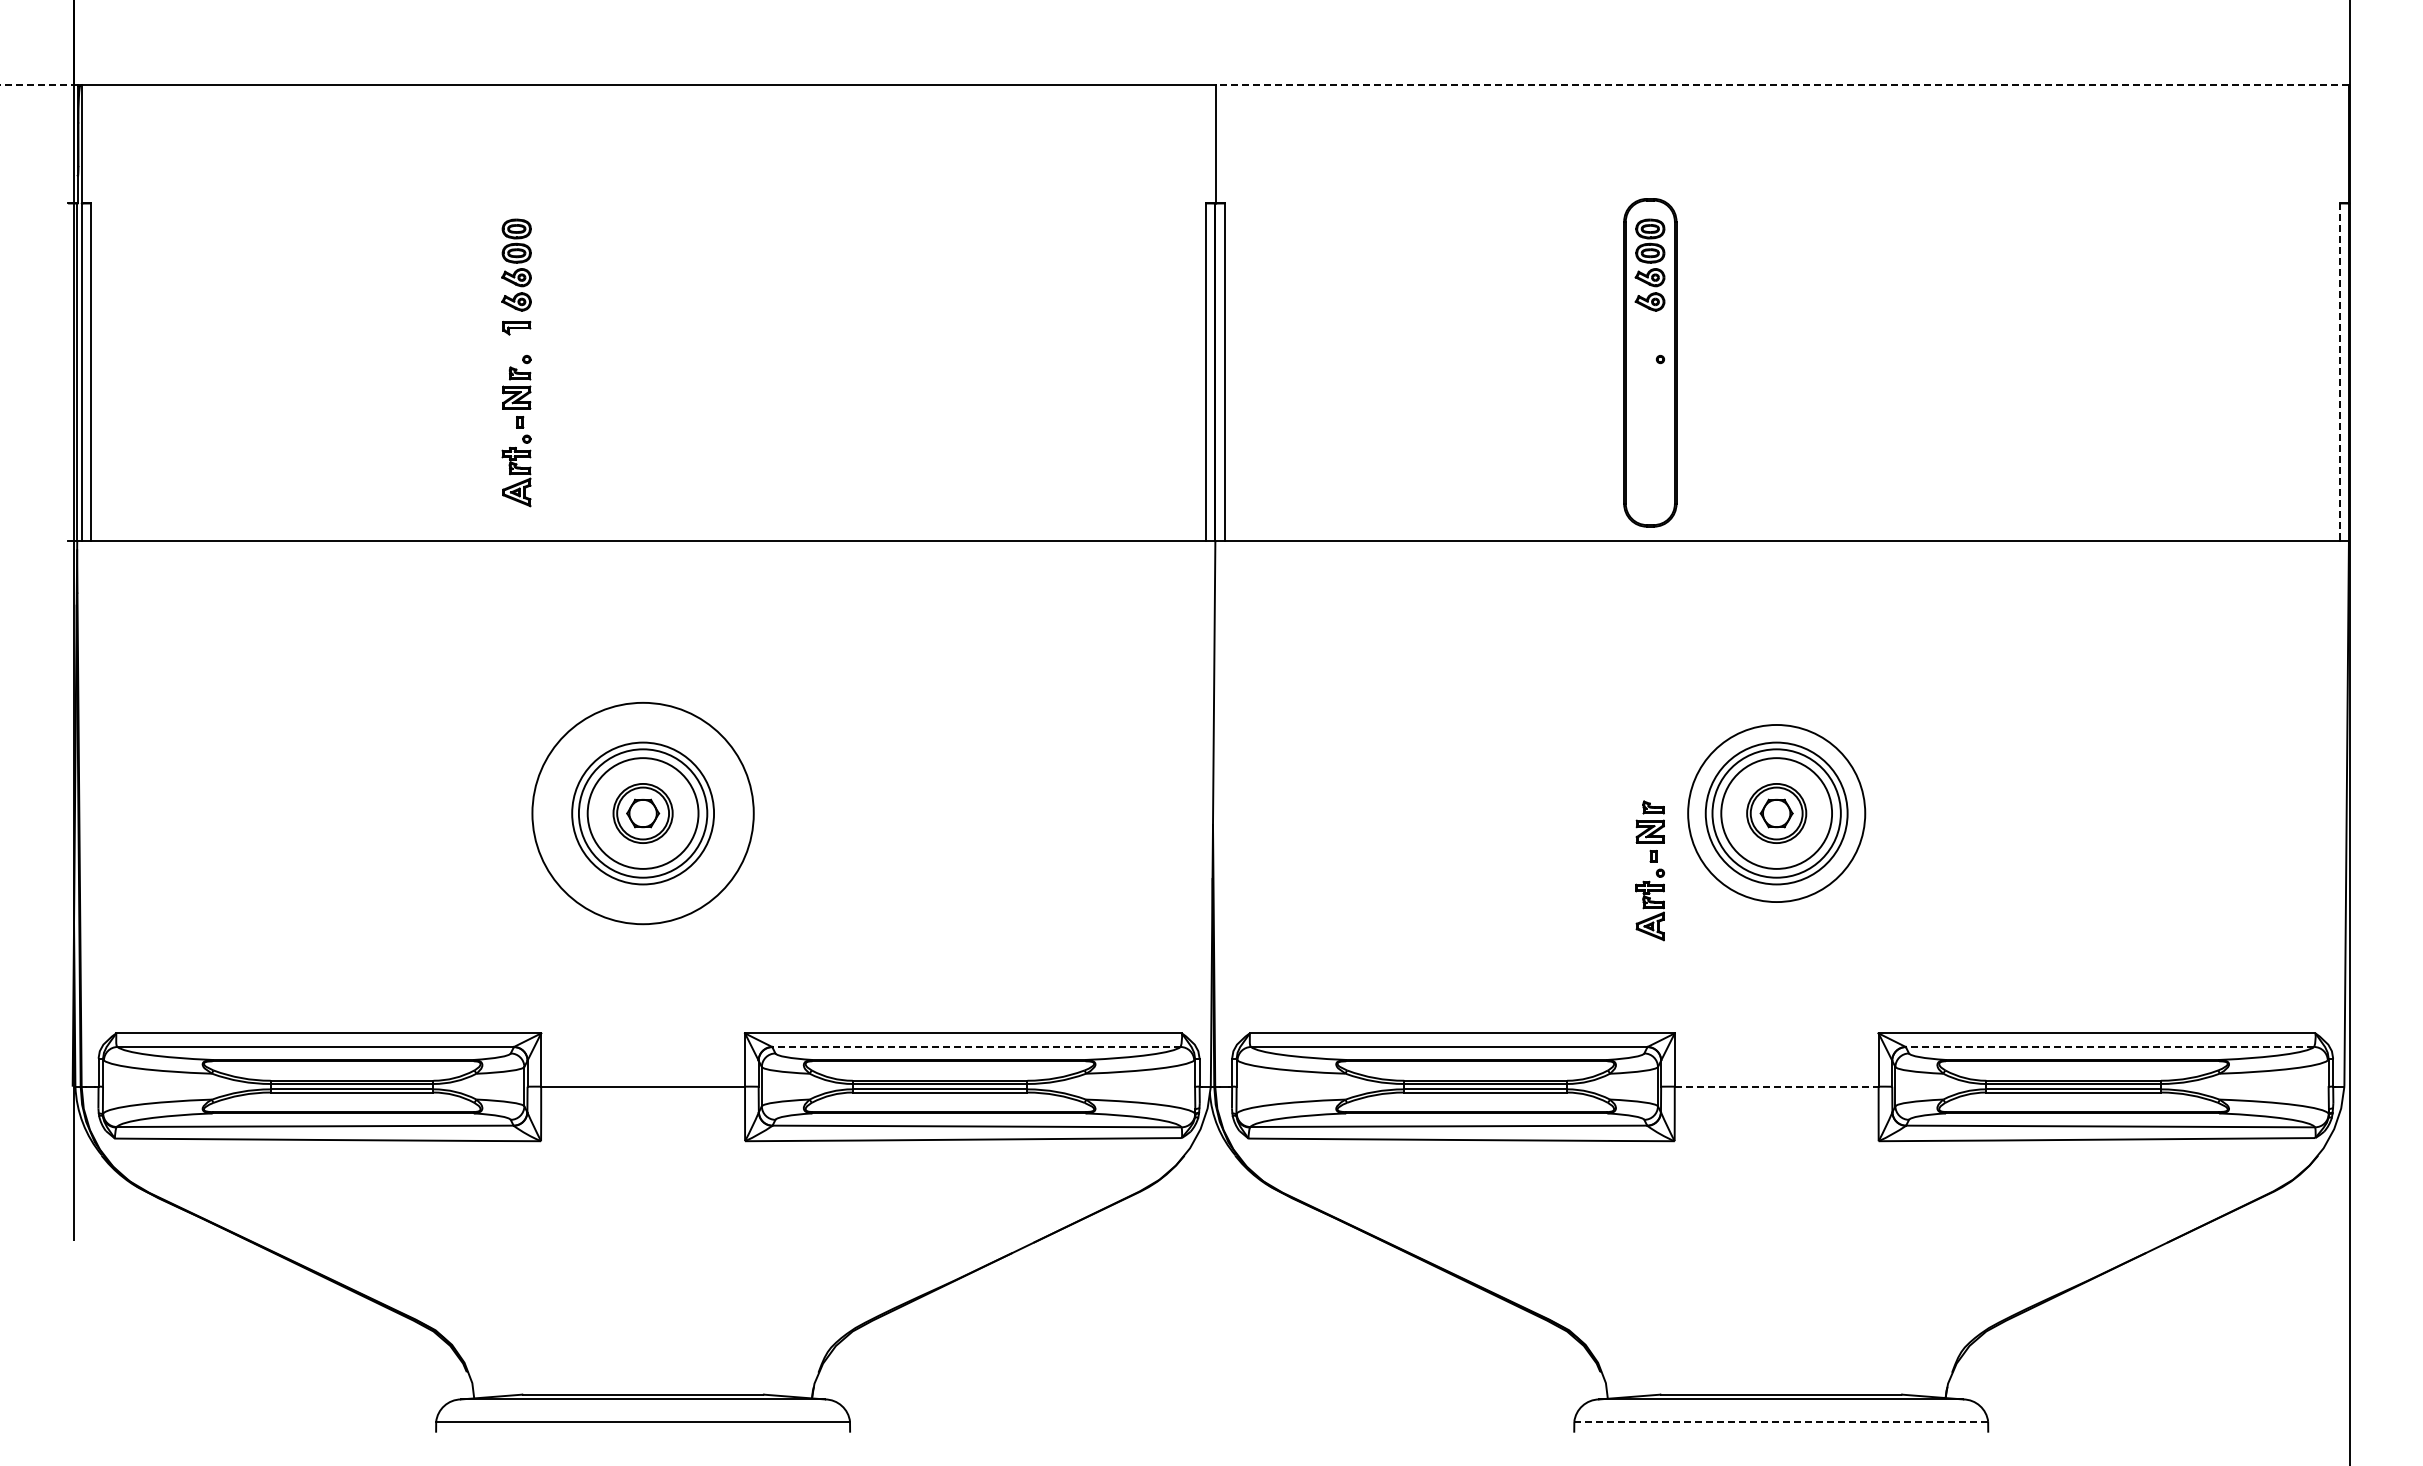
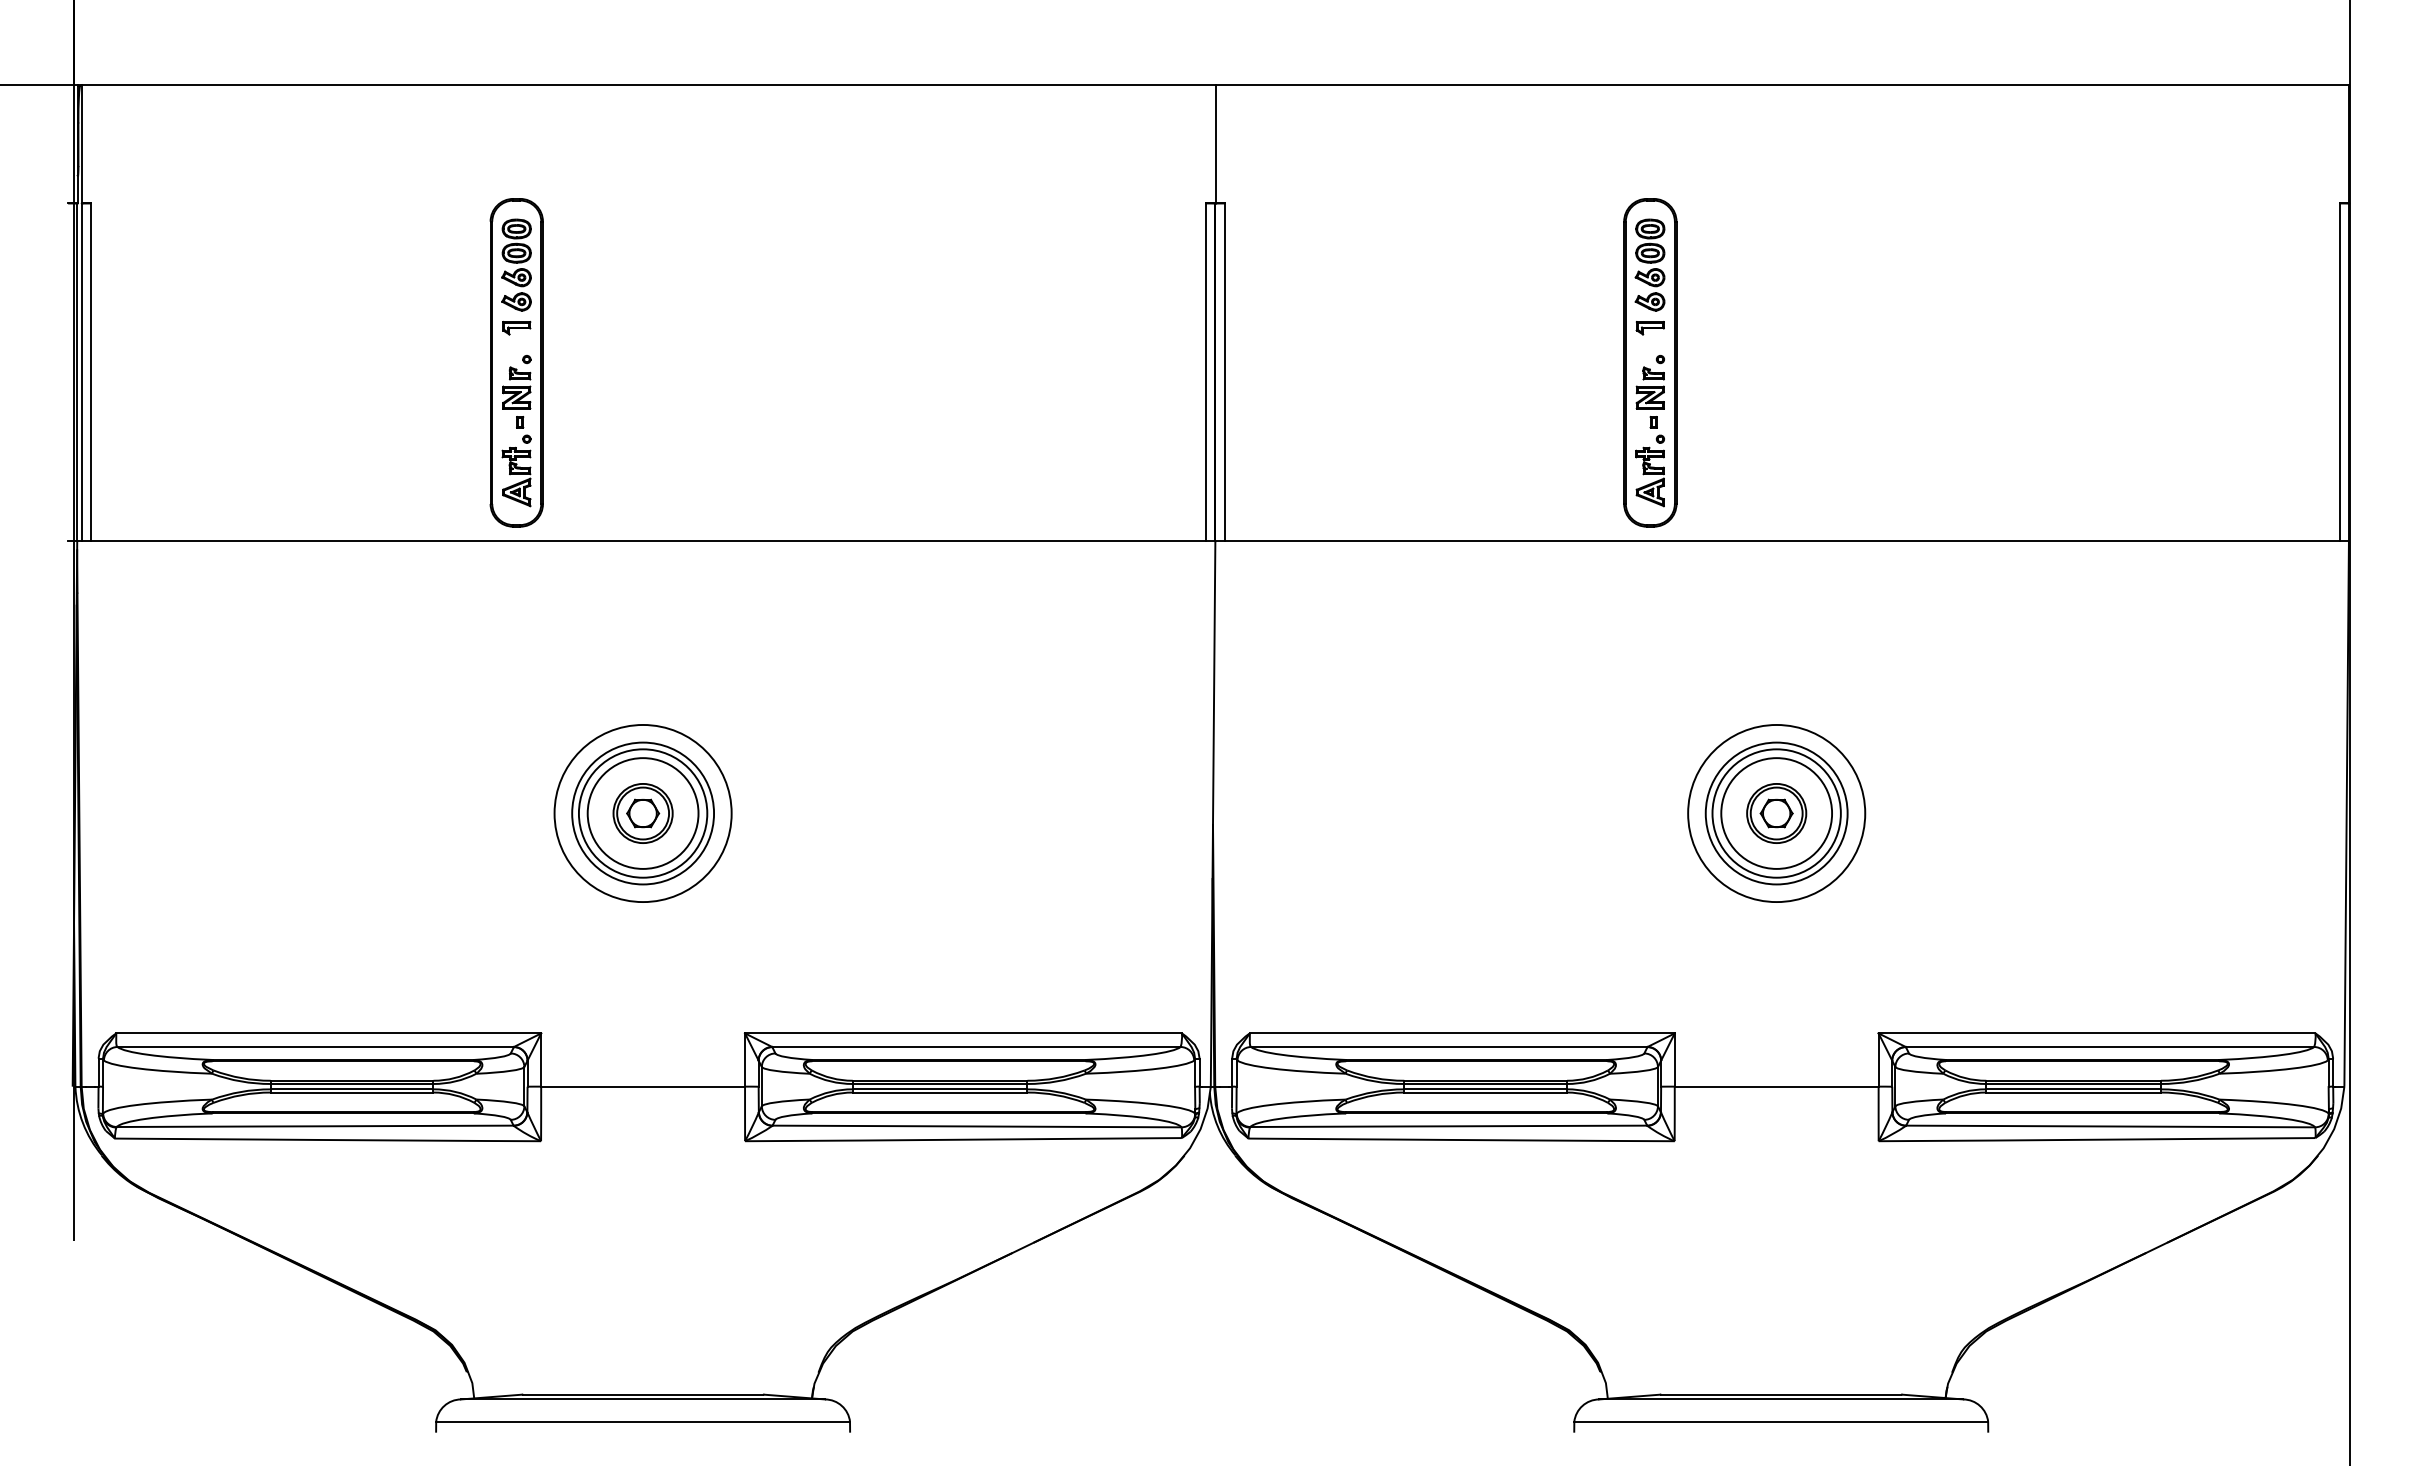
line at (38, 85): dashed -> solid
line at (1782, 85): dashed -> solid
part at (1649, 328): none -> present
part at (516, 362): none -> present
line at (2339, 372): dashed -> solid
circle at (642, 813) diameter: 221 px -> 177 px
part at (1655, 872) position: (1655, 872) -> (1655, 438)
line at (975, 1046): dashed -> solid
line at (2109, 1046): dashed -> solid
line at (1776, 1086): dashed -> solid
line at (1781, 1421): dashed -> solid
